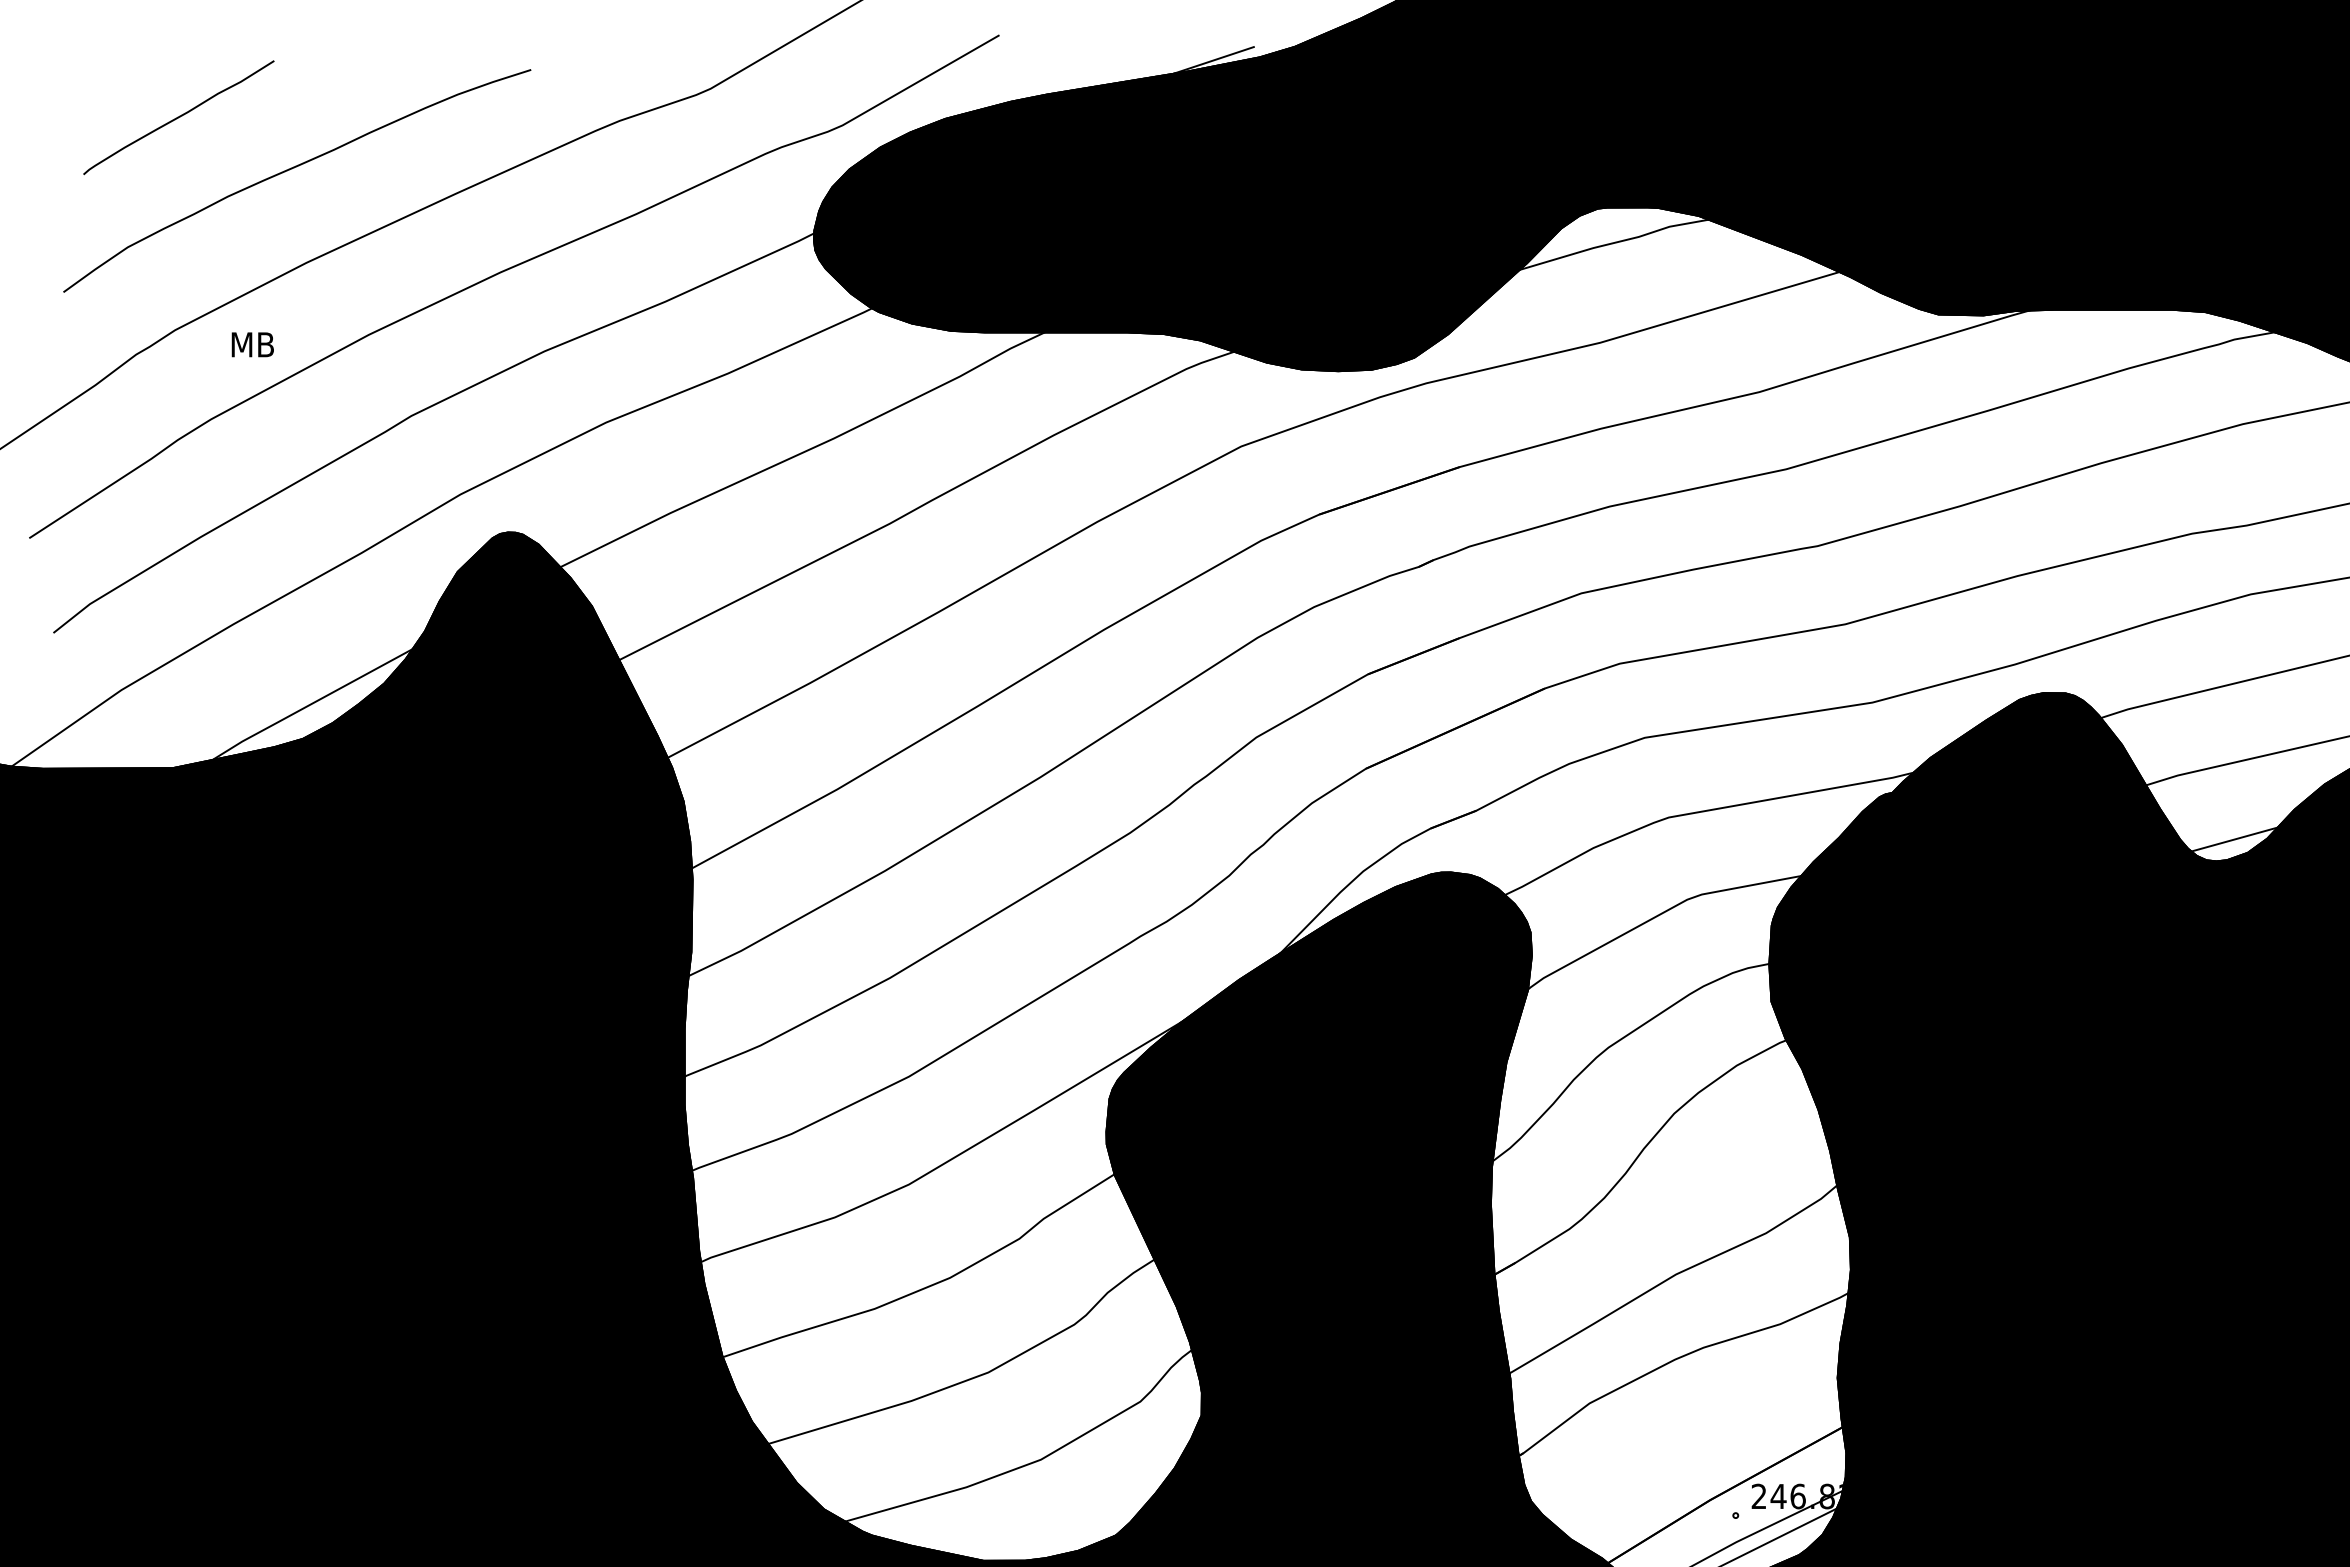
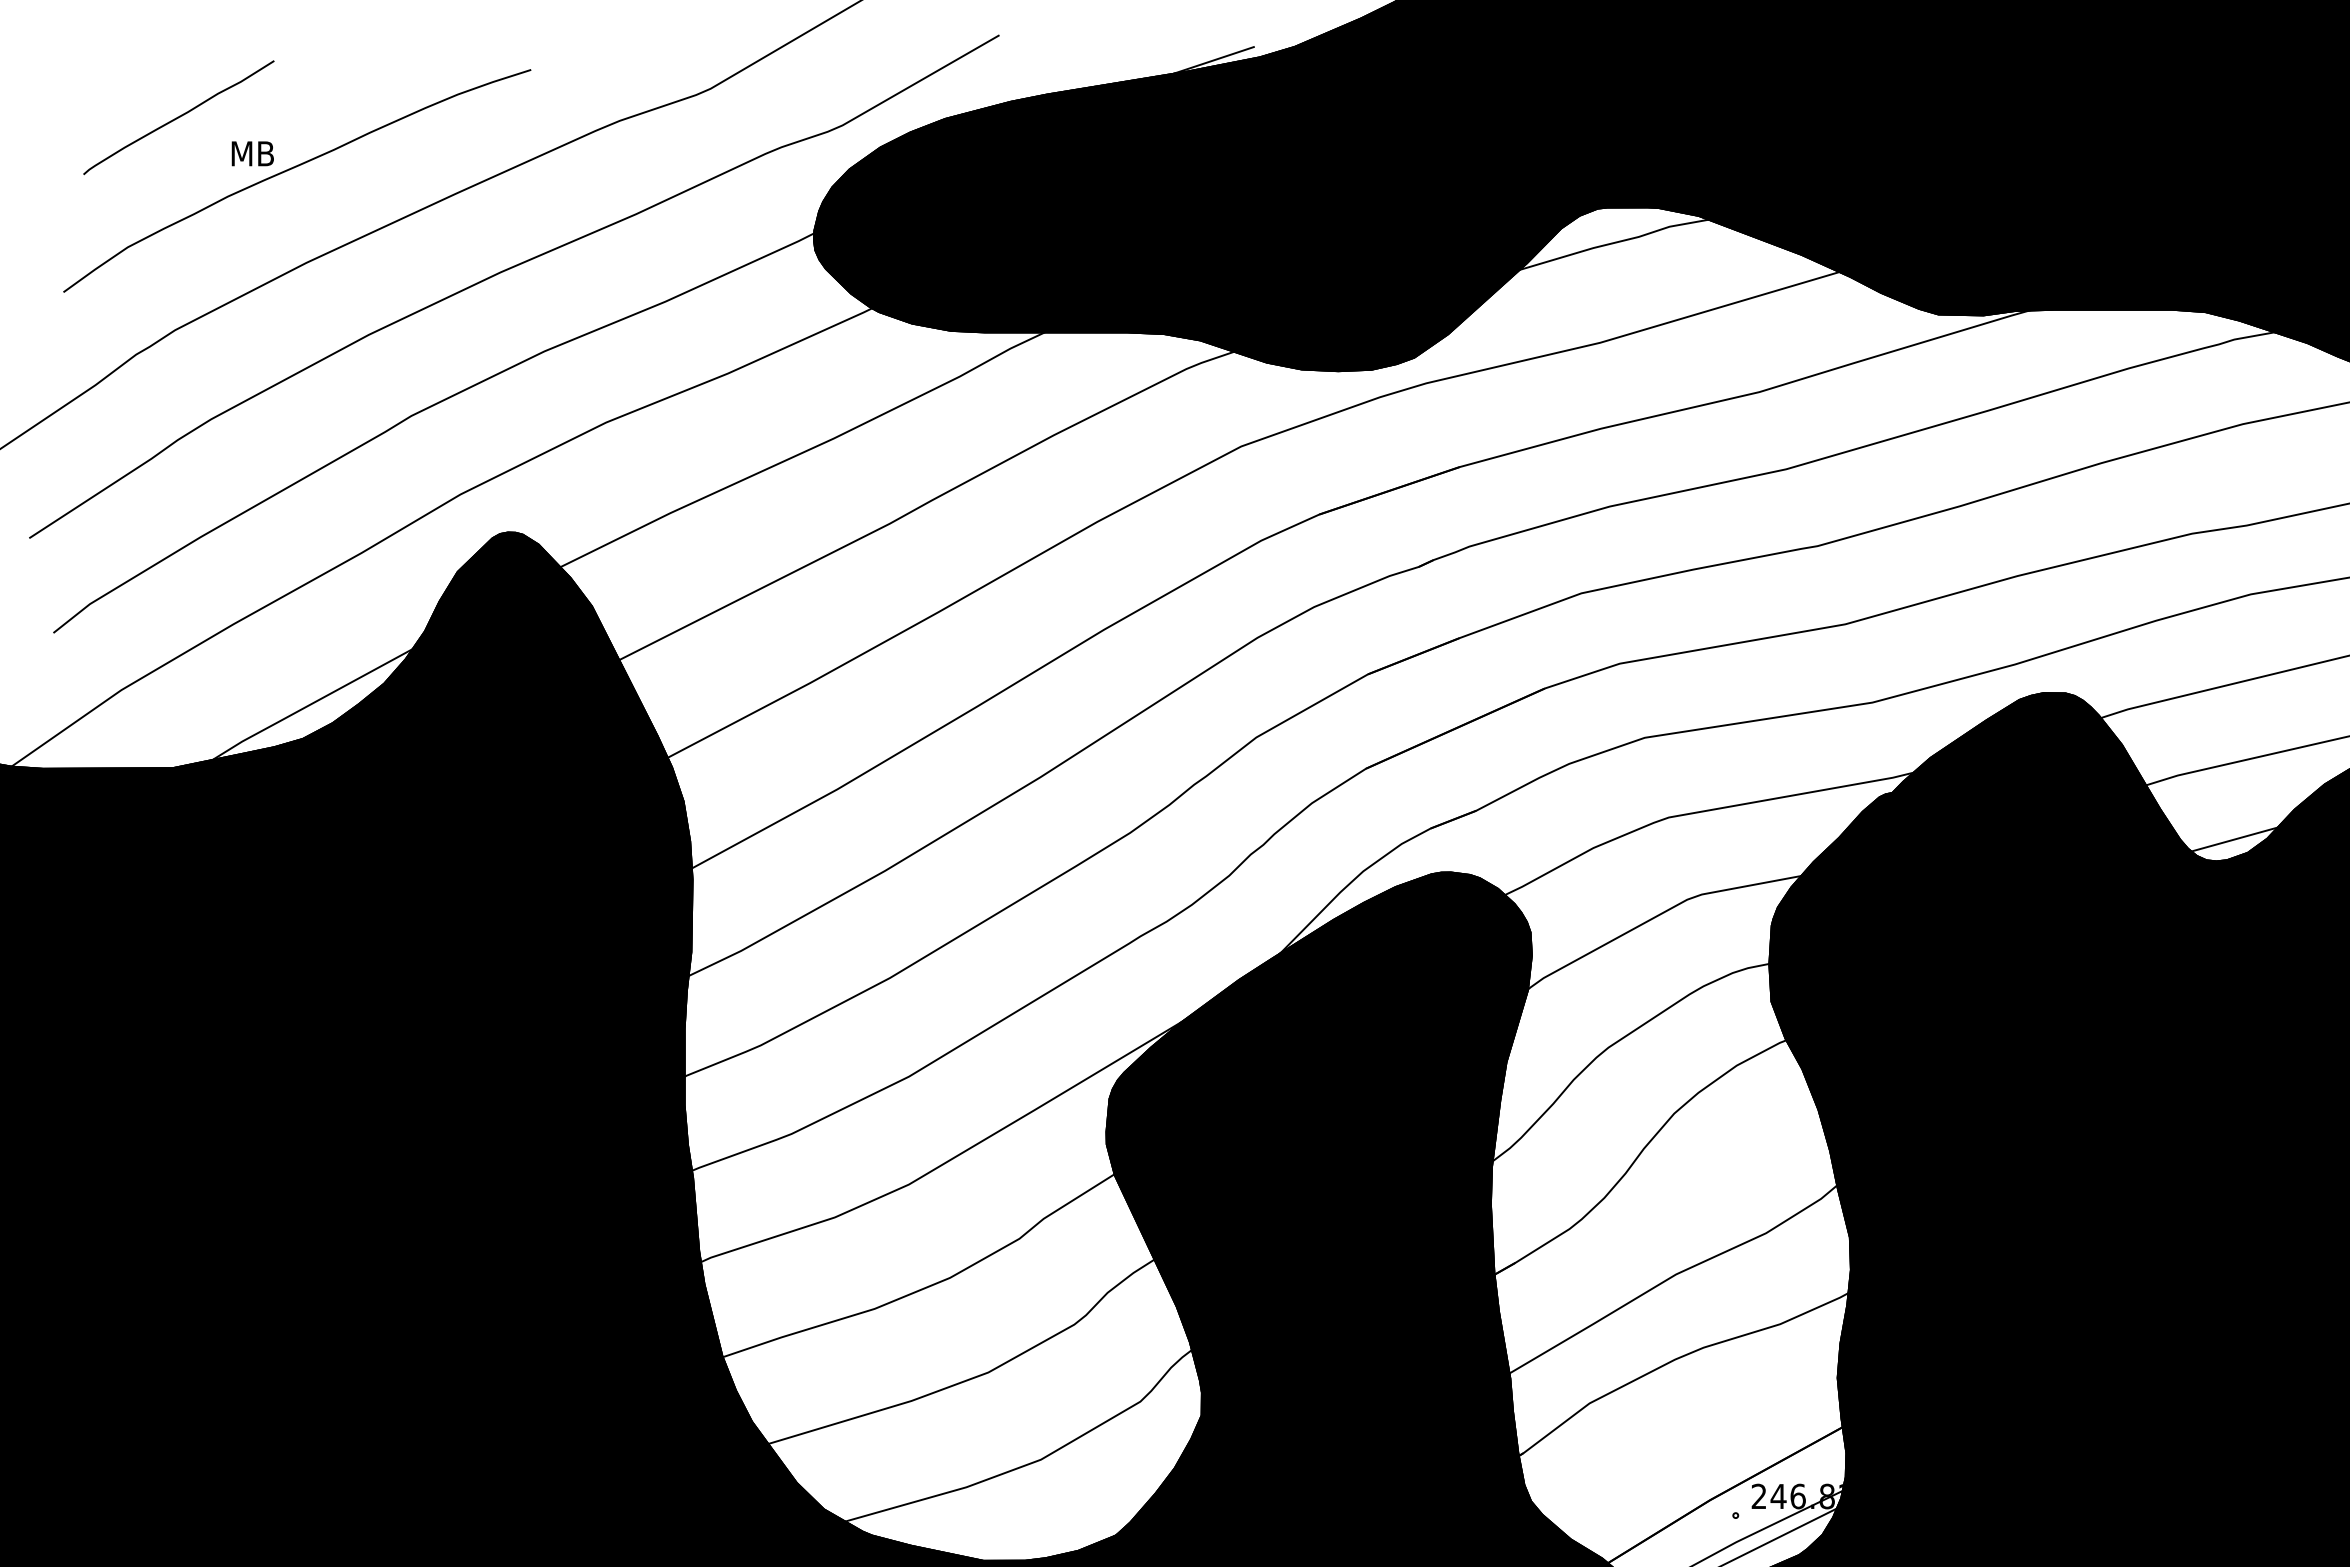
text at (252, 344) position: (252, 344) -> (252, 153)
